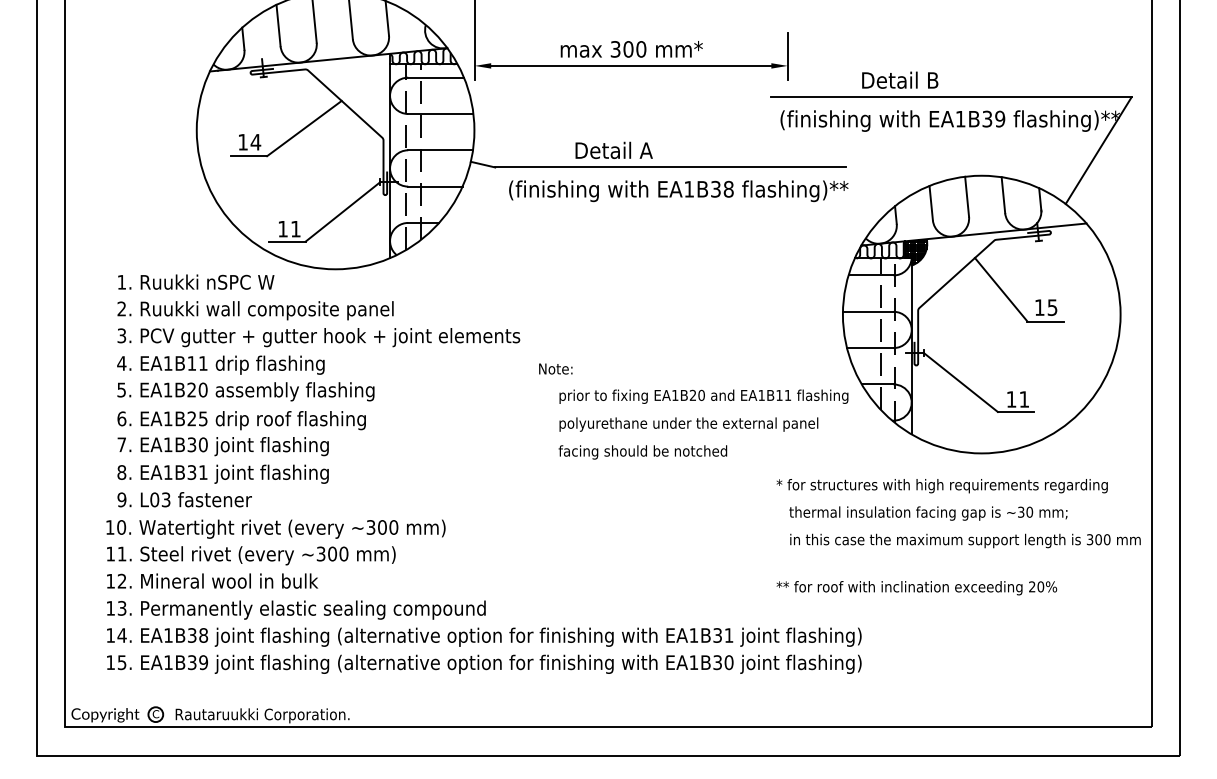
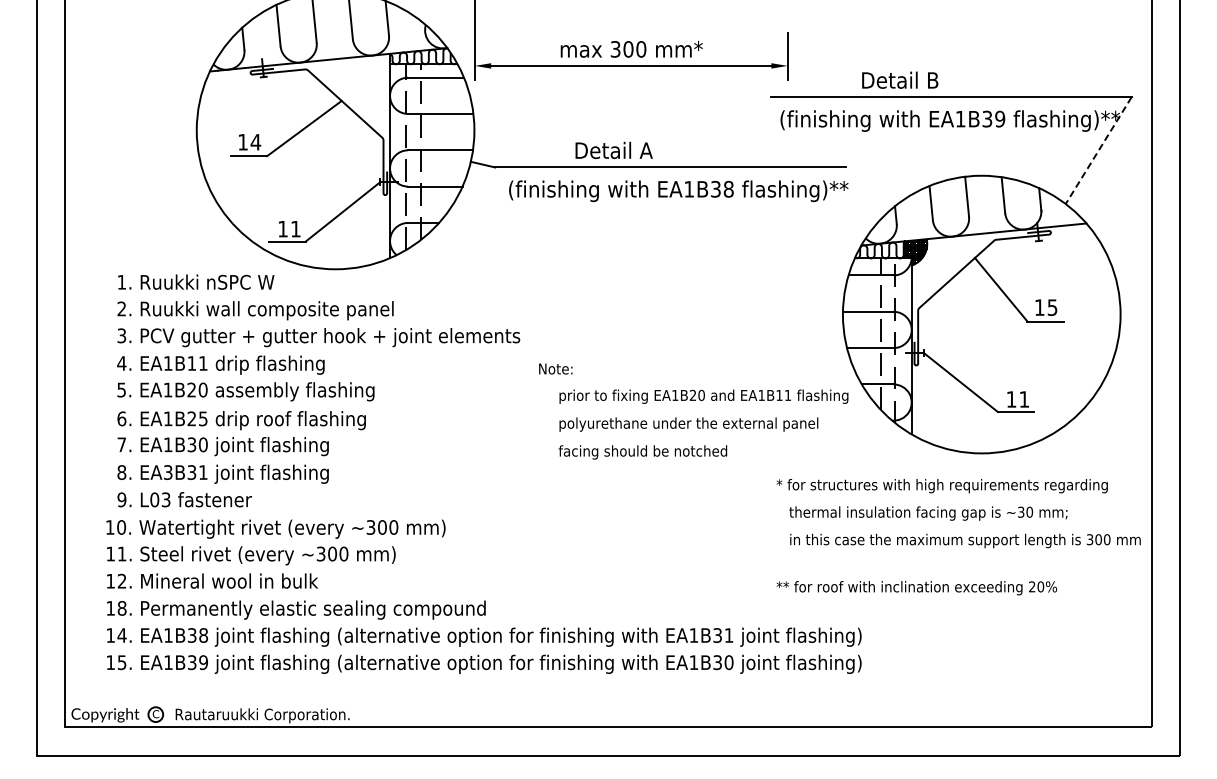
line at (1098, 150): solid -> dashed
text at (168, 472): EA1B31 -> EA3B31
text at (121, 608): 13. -> 18.
